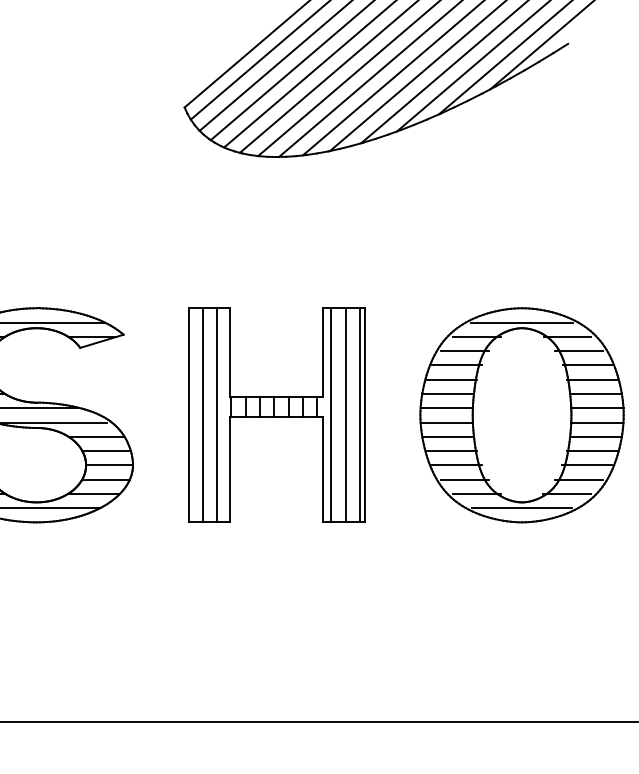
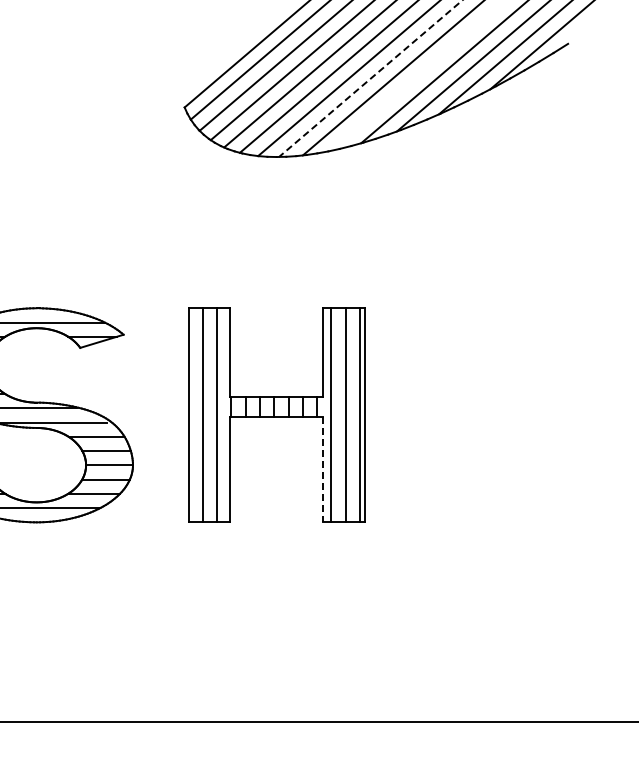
line at (417, 76): present -> none
line at (370, 79): solid -> dashed
part at (521, 415): present -> none
line at (323, 469): solid -> dashed
